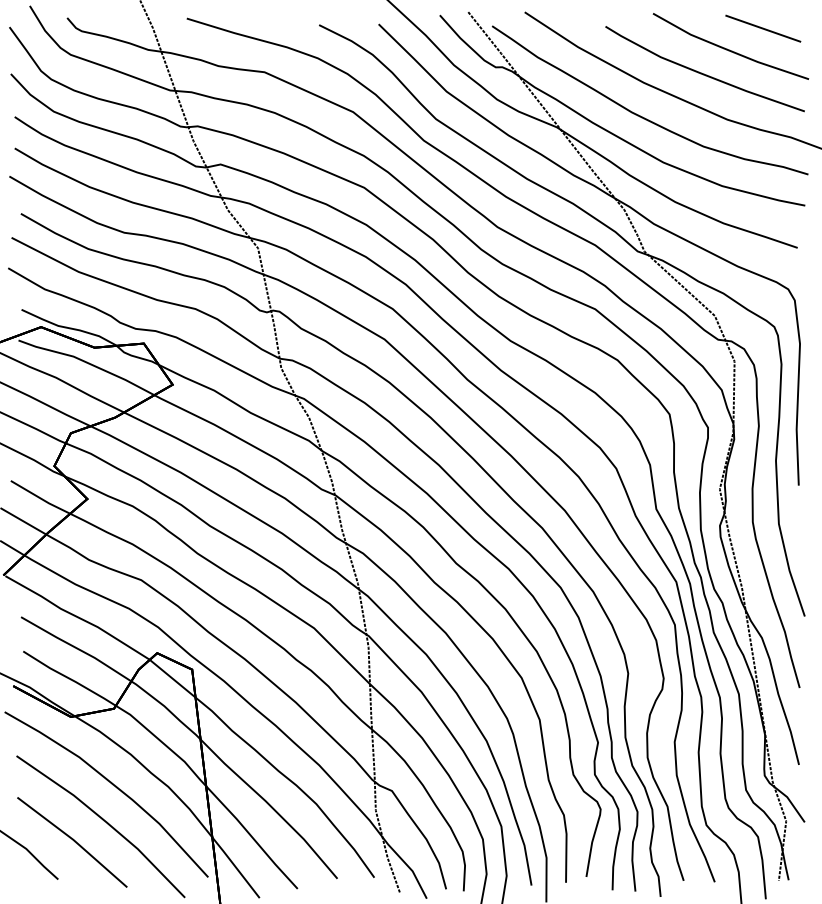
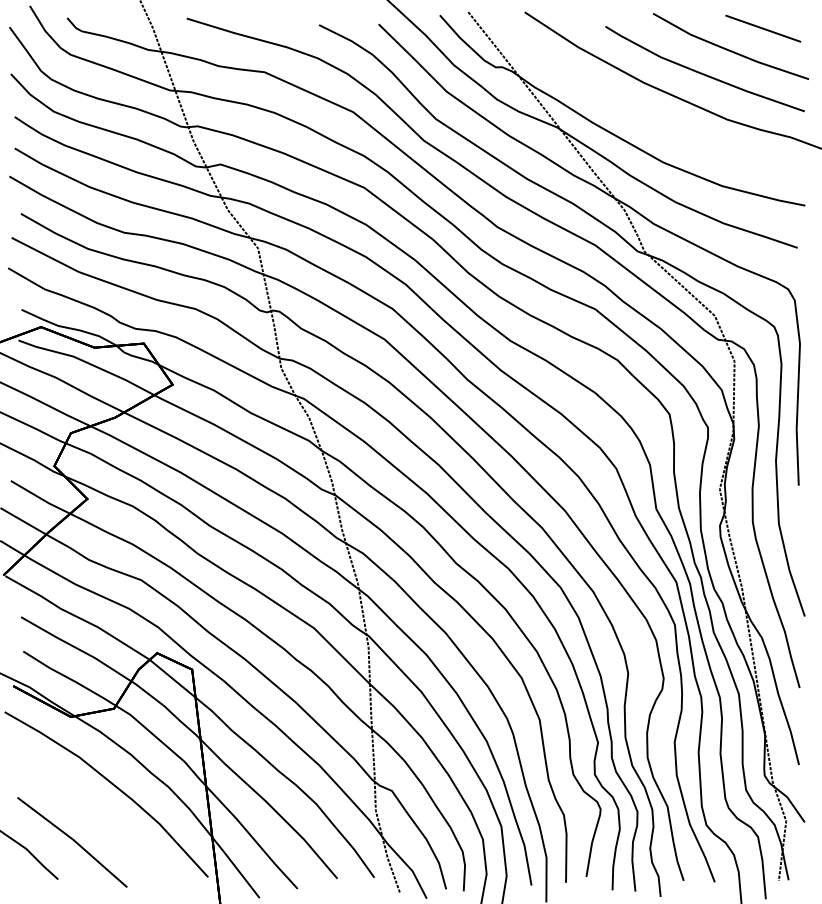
part at (642, 116): present -> none
part at (100, 826): present -> none
